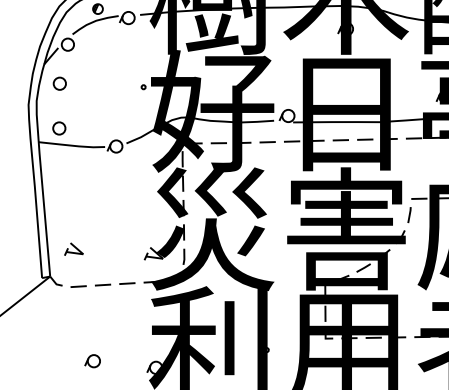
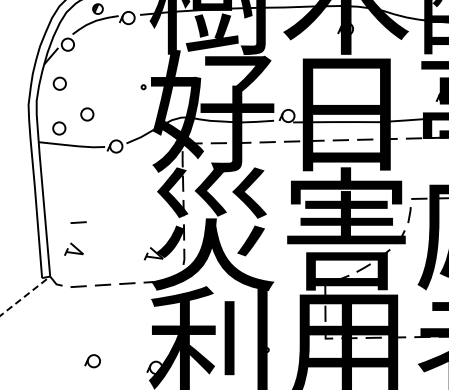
circle at (87, 114): none -> present
line at (78, 222): none -> present
line at (25, 296): solid -> dashed
